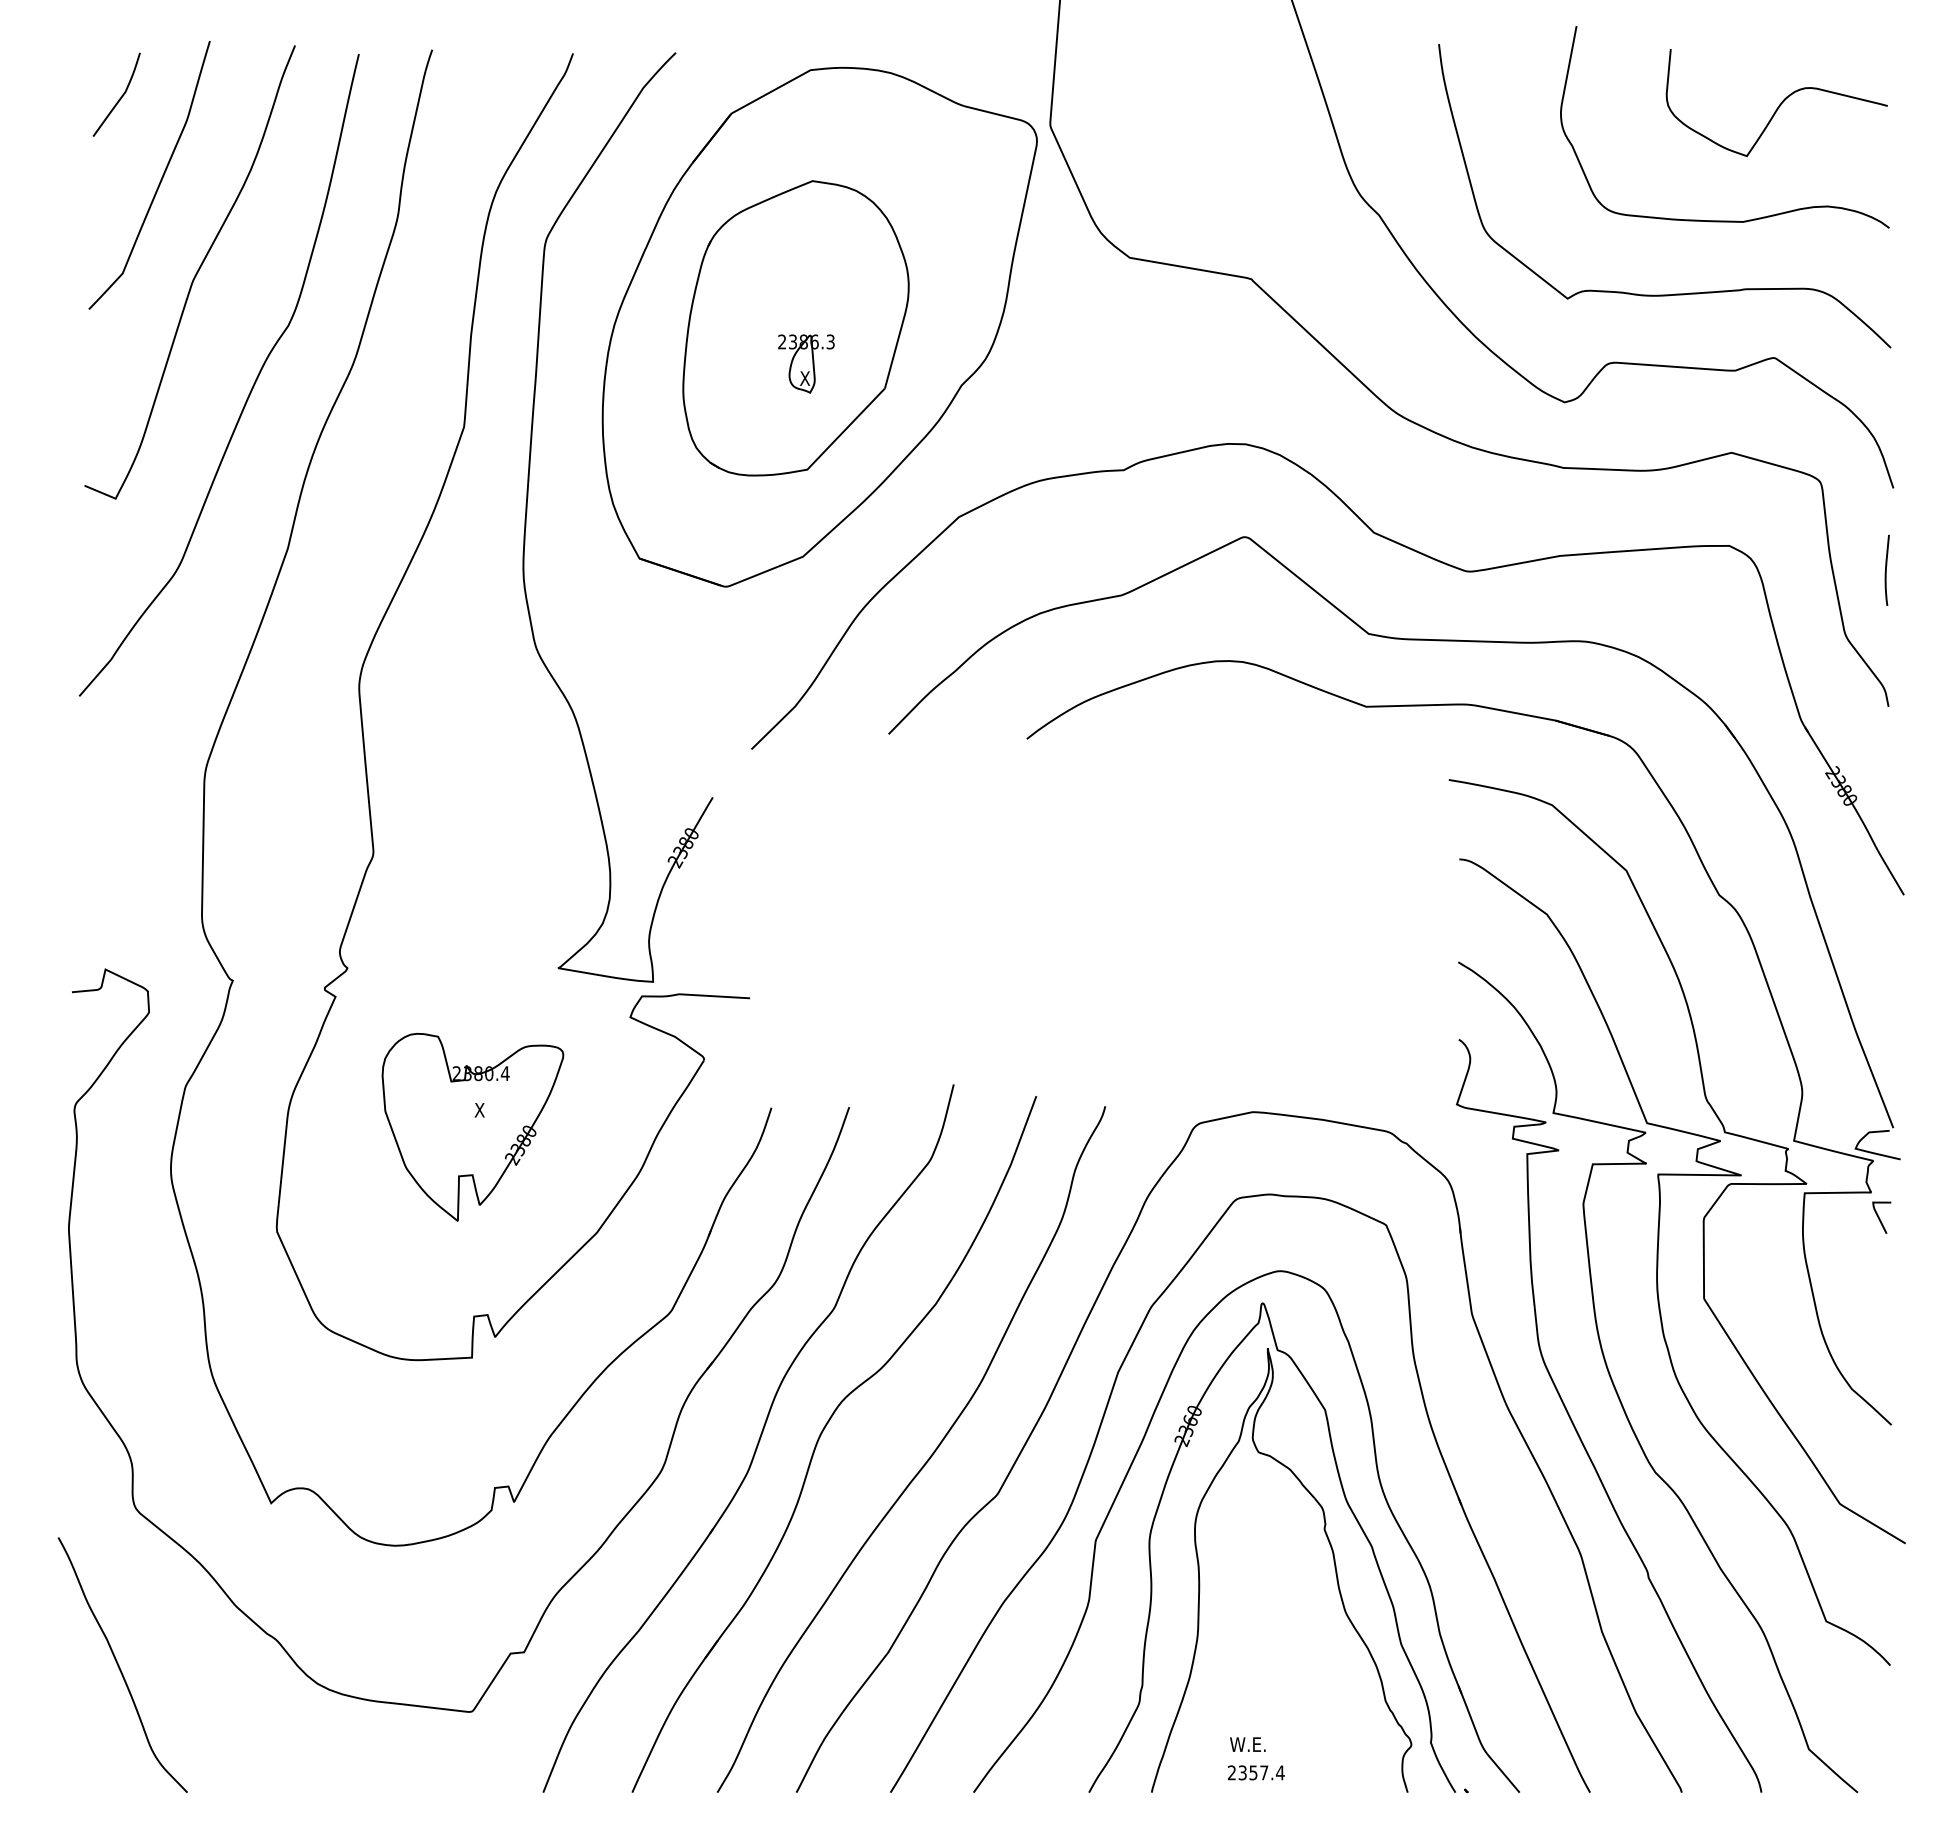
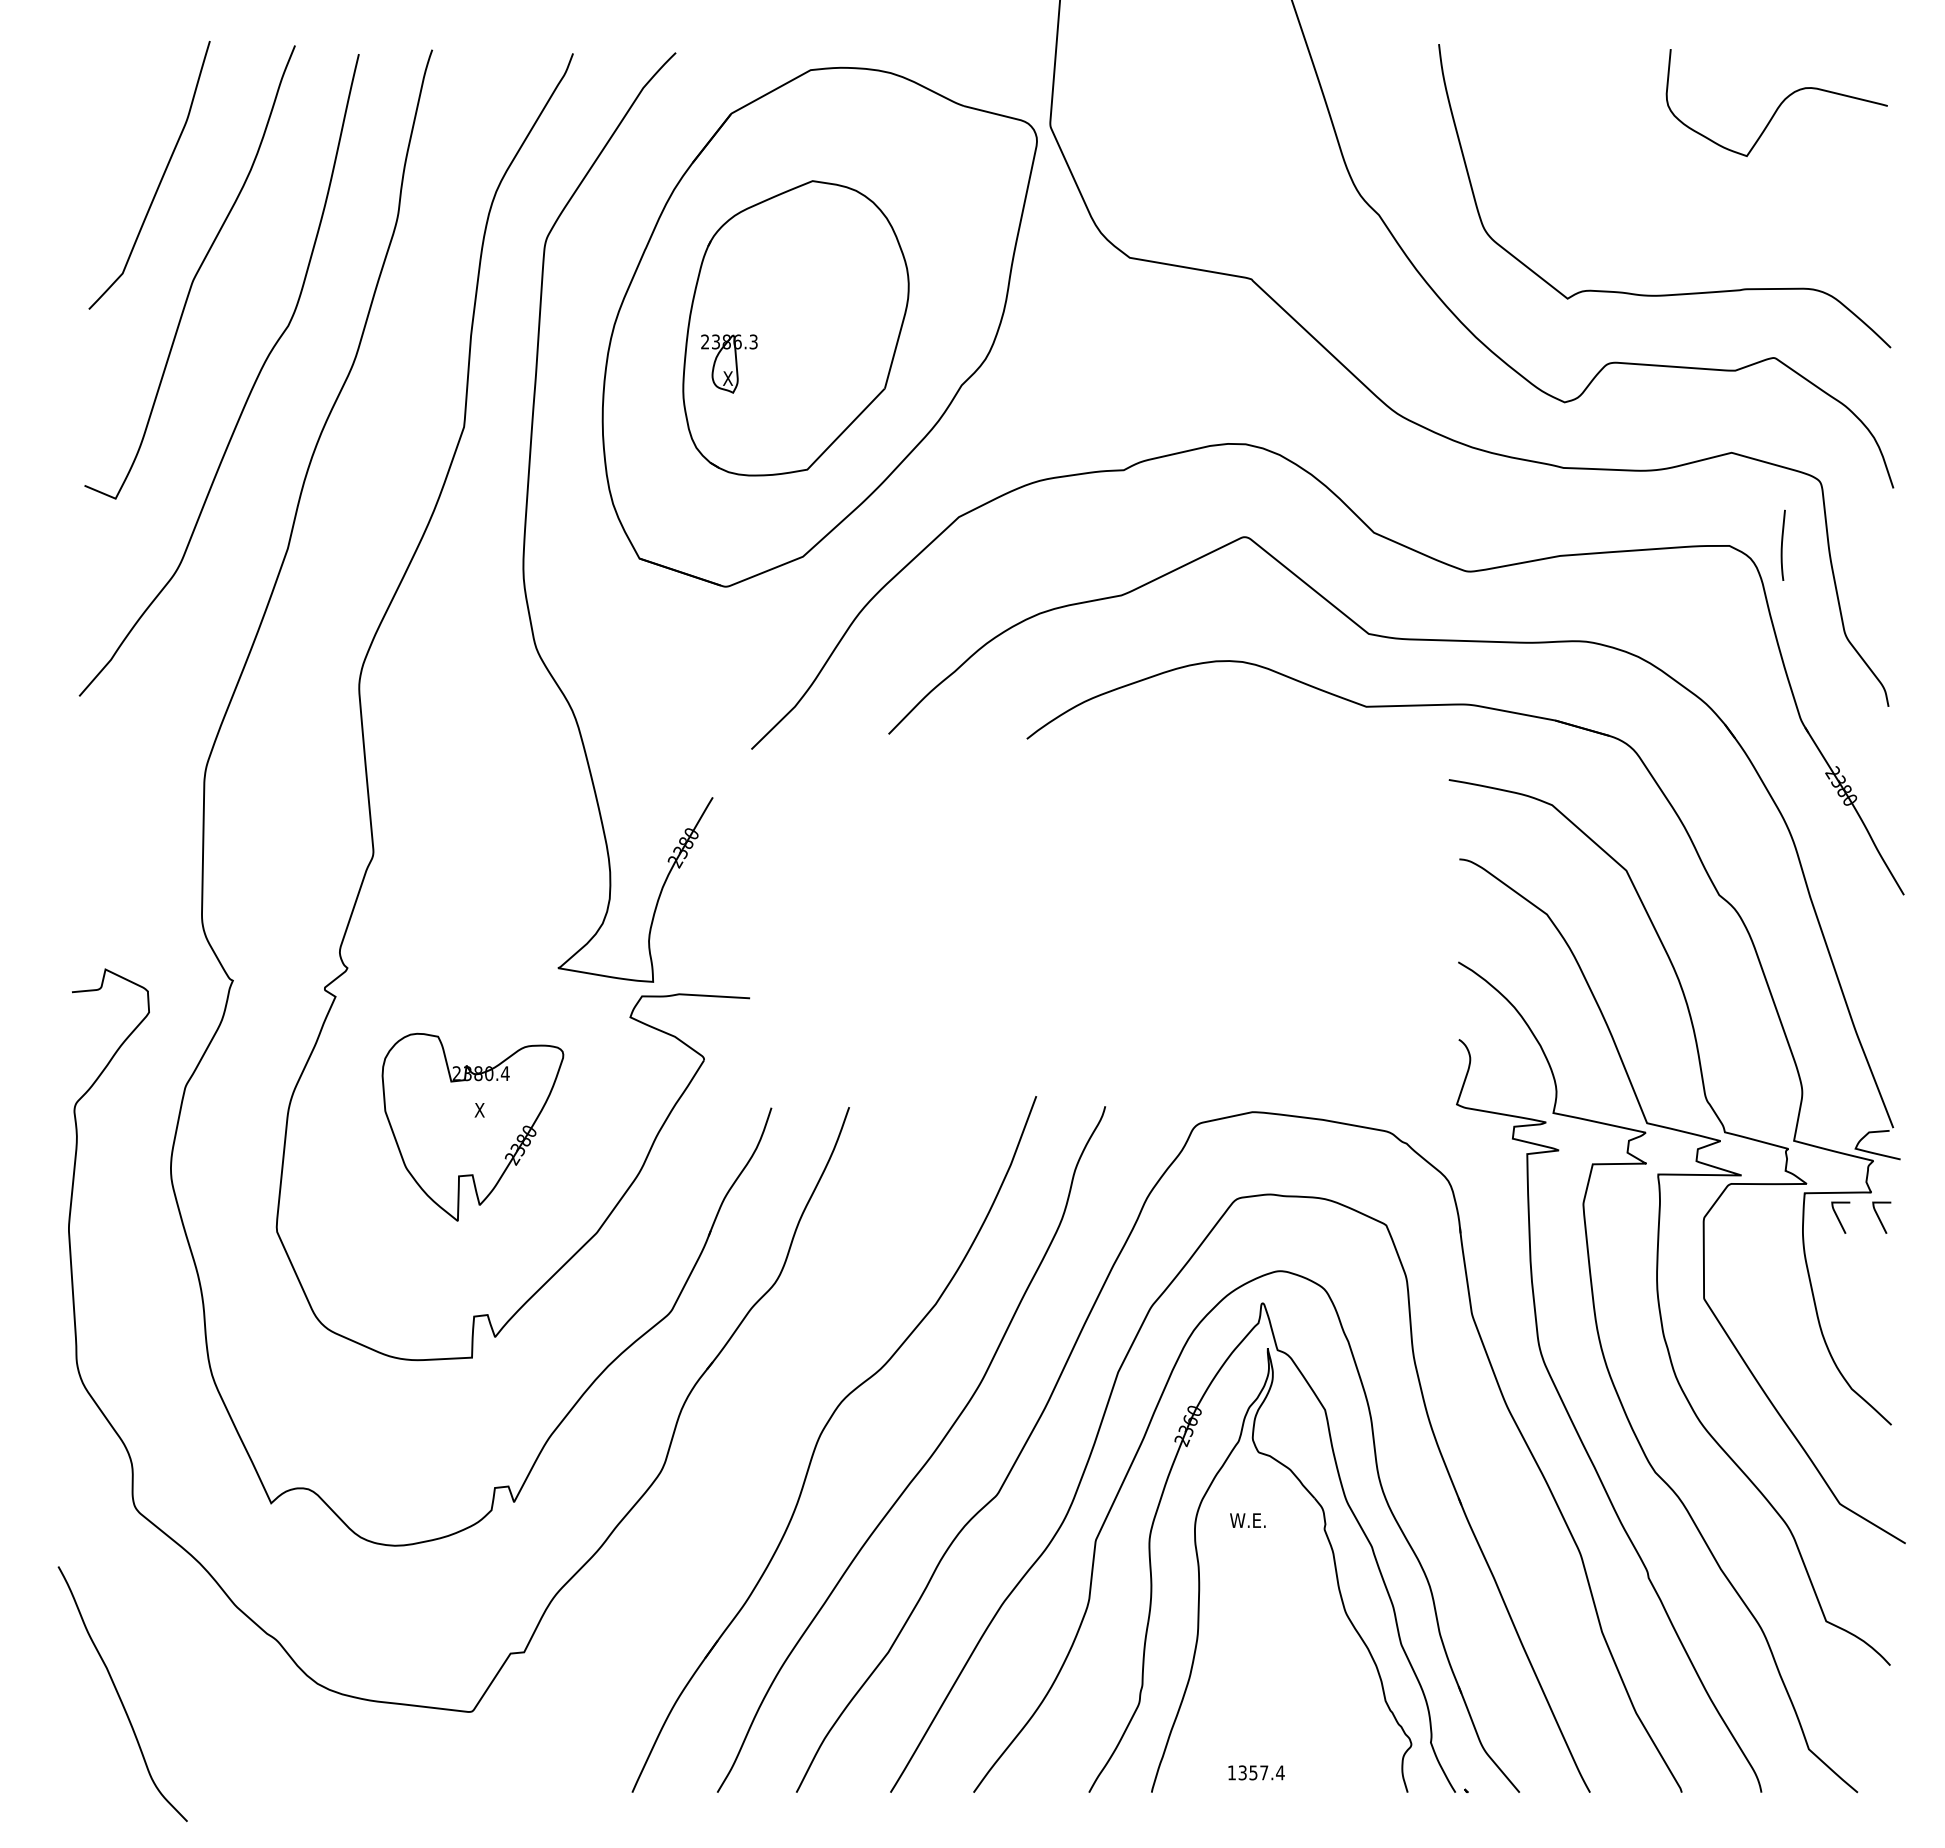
curve at (120, 97): present -> none
curve at (1724, 220): present -> none
part at (806, 363) position: (806, 363) -> (729, 363)
curve at (1886, 569) position: (1886, 569) -> (1782, 544)
curve at (1839, 1218): none -> present
part at (757, 1442): present -> none
curve at (119, 1665) position: (119, 1665) -> (119, 1694)
text at (1247, 1744) position: (1247, 1744) -> (1247, 1520)
text at (1231, 1772): 2357.4 -> 1357.4
